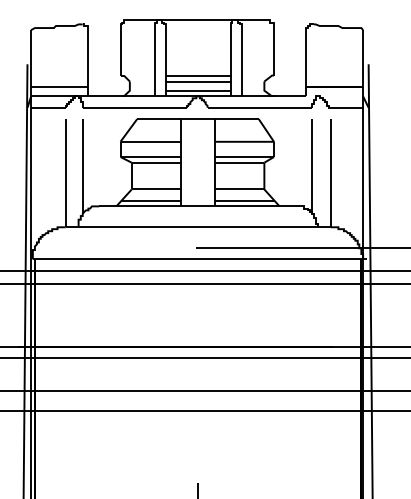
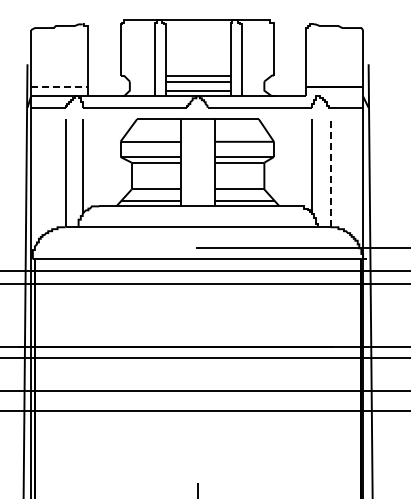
line at (59, 86): solid -> dashed
line at (330, 172): solid -> dashed
